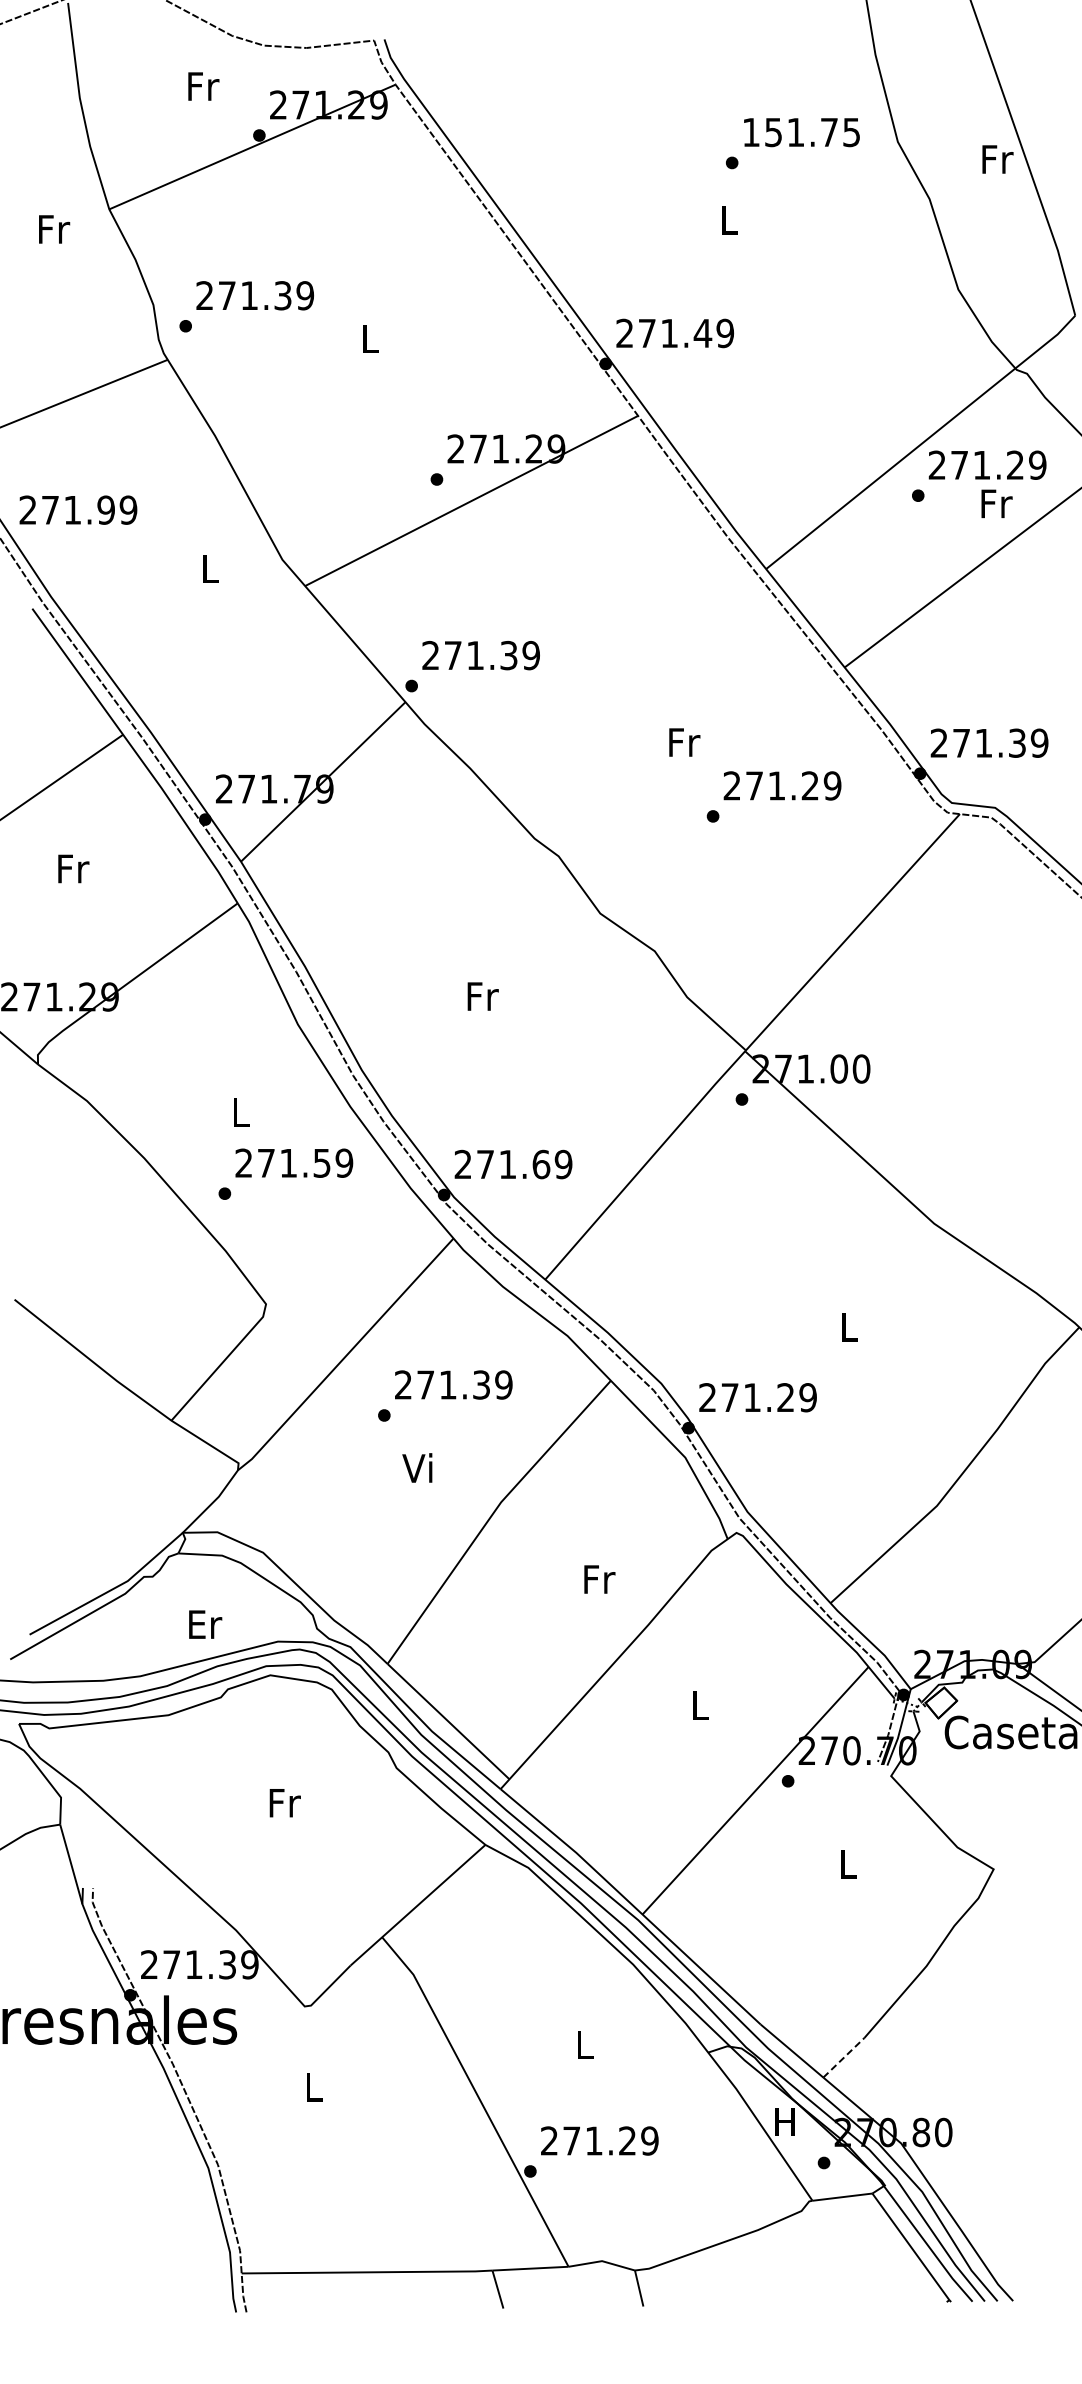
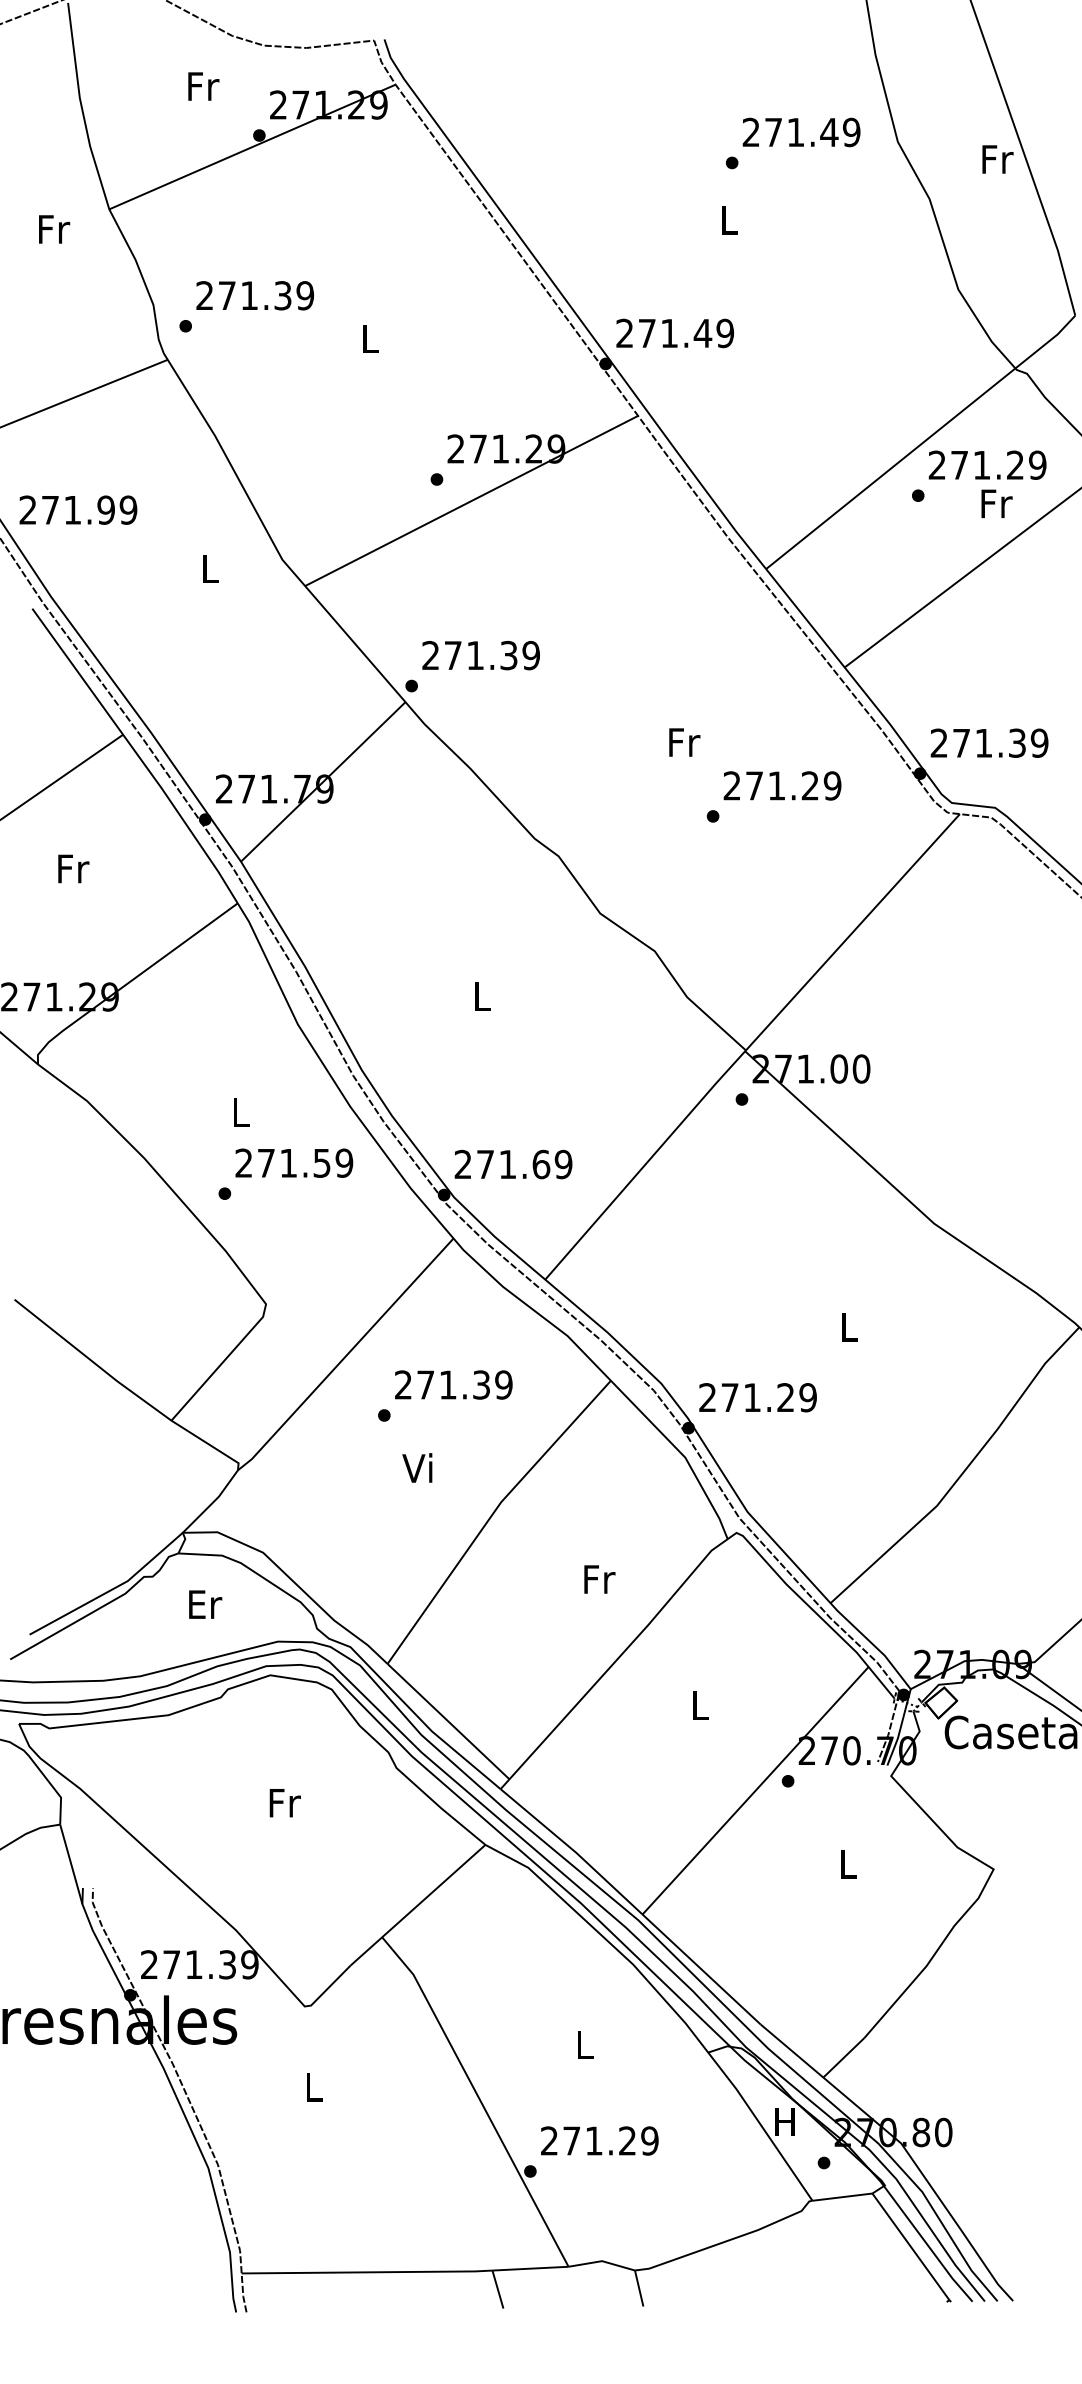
text at (801, 132): 151.75 -> 271.49
text at (482, 996): Fr -> L
text at (205, 1624) position: (205, 1624) -> (205, 1604)
line at (843, 2057): dashed -> solid
